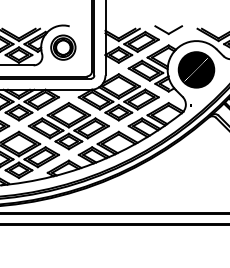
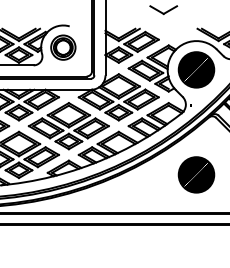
part at (168, 30) position: (168, 30) -> (163, 10)
part at (196, 174): none -> present
